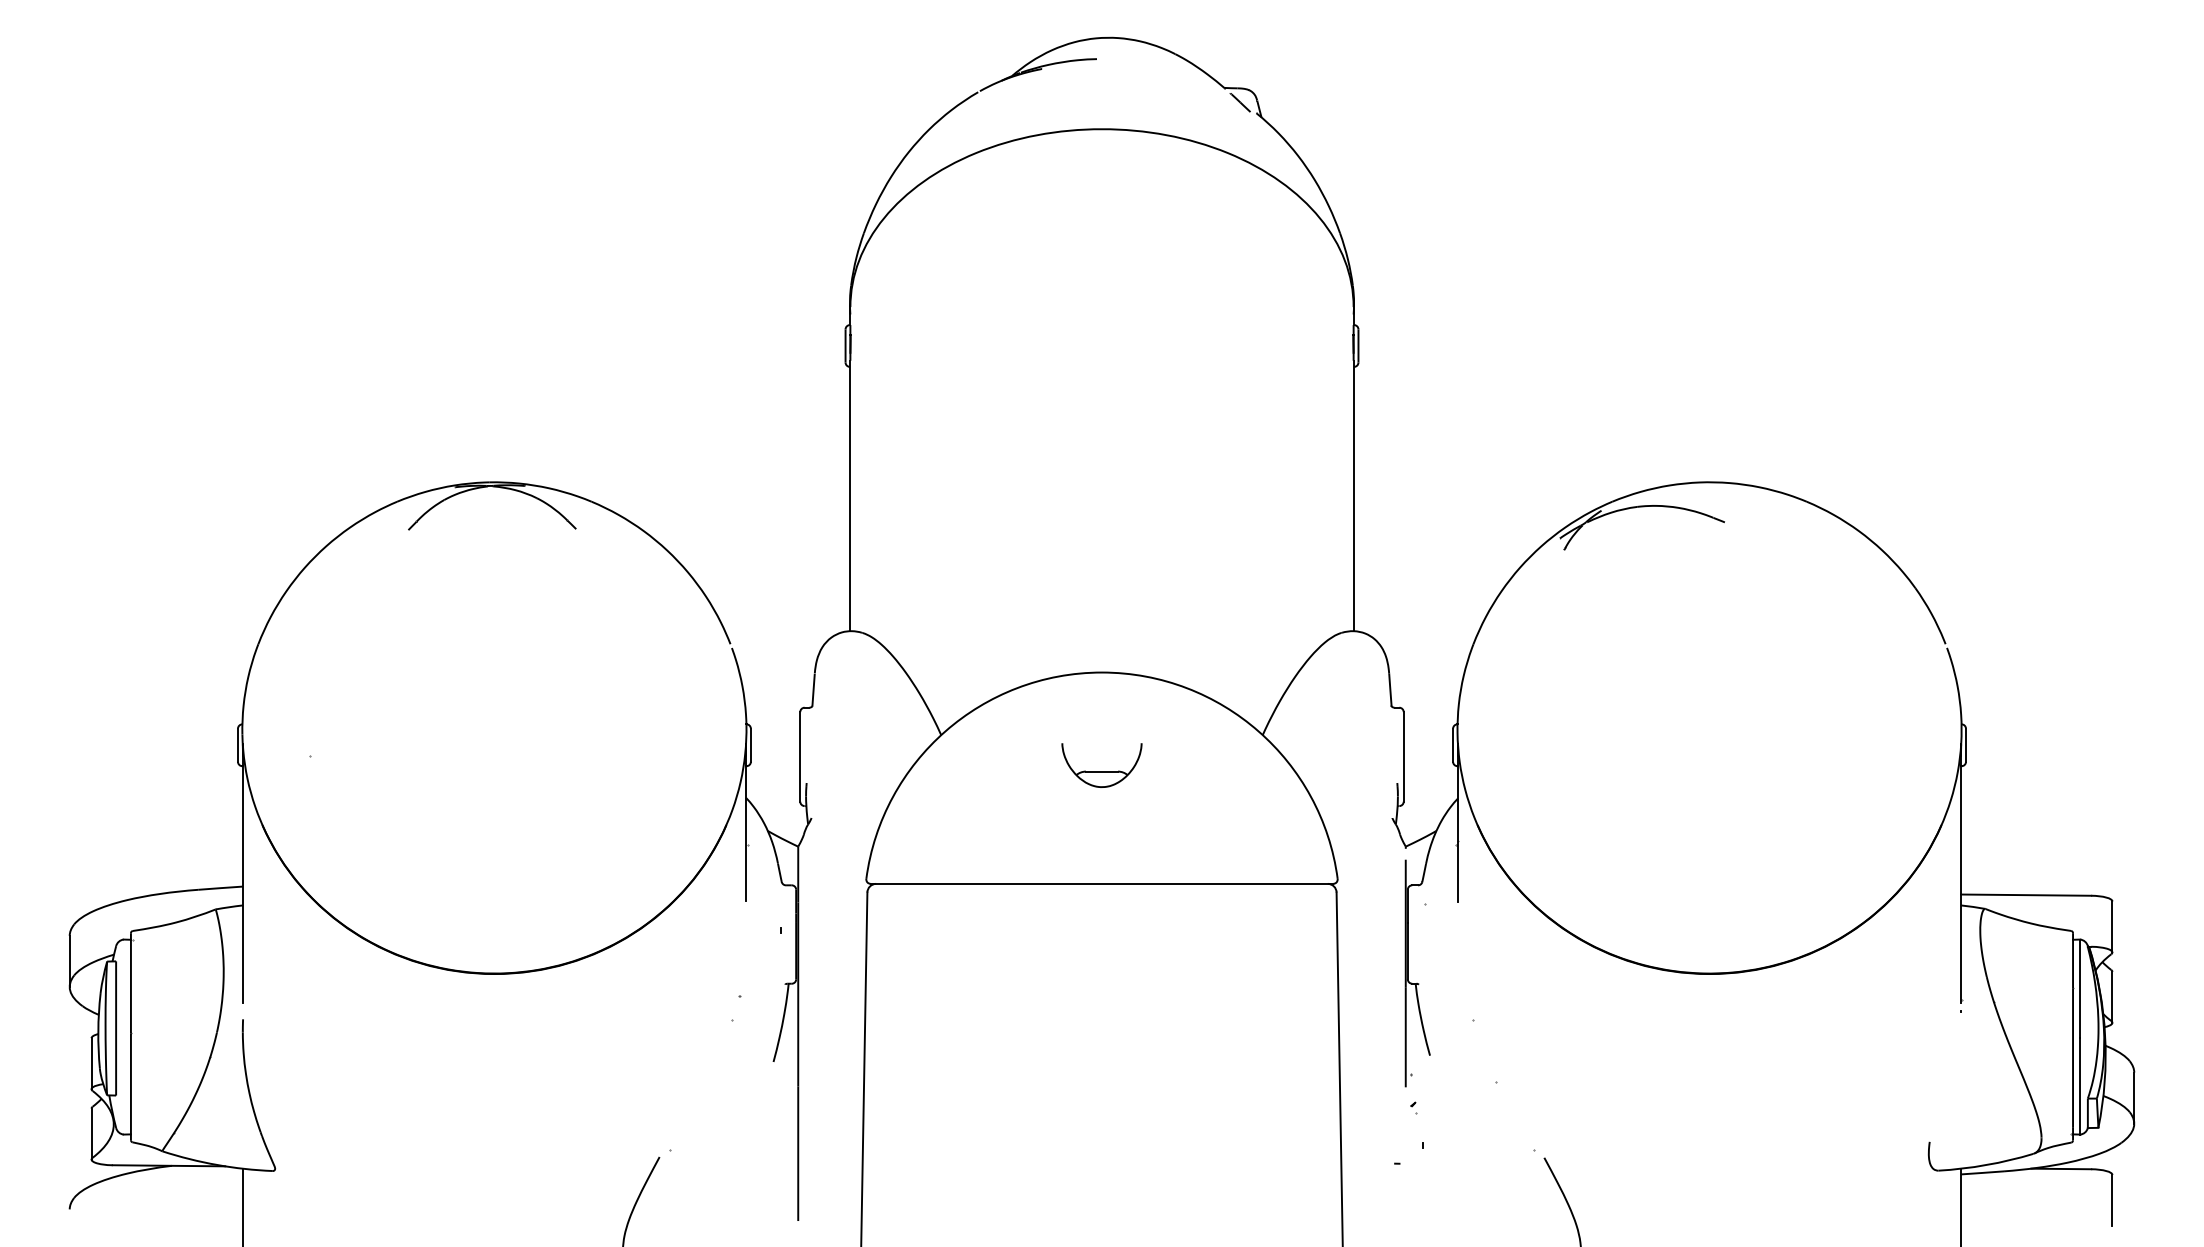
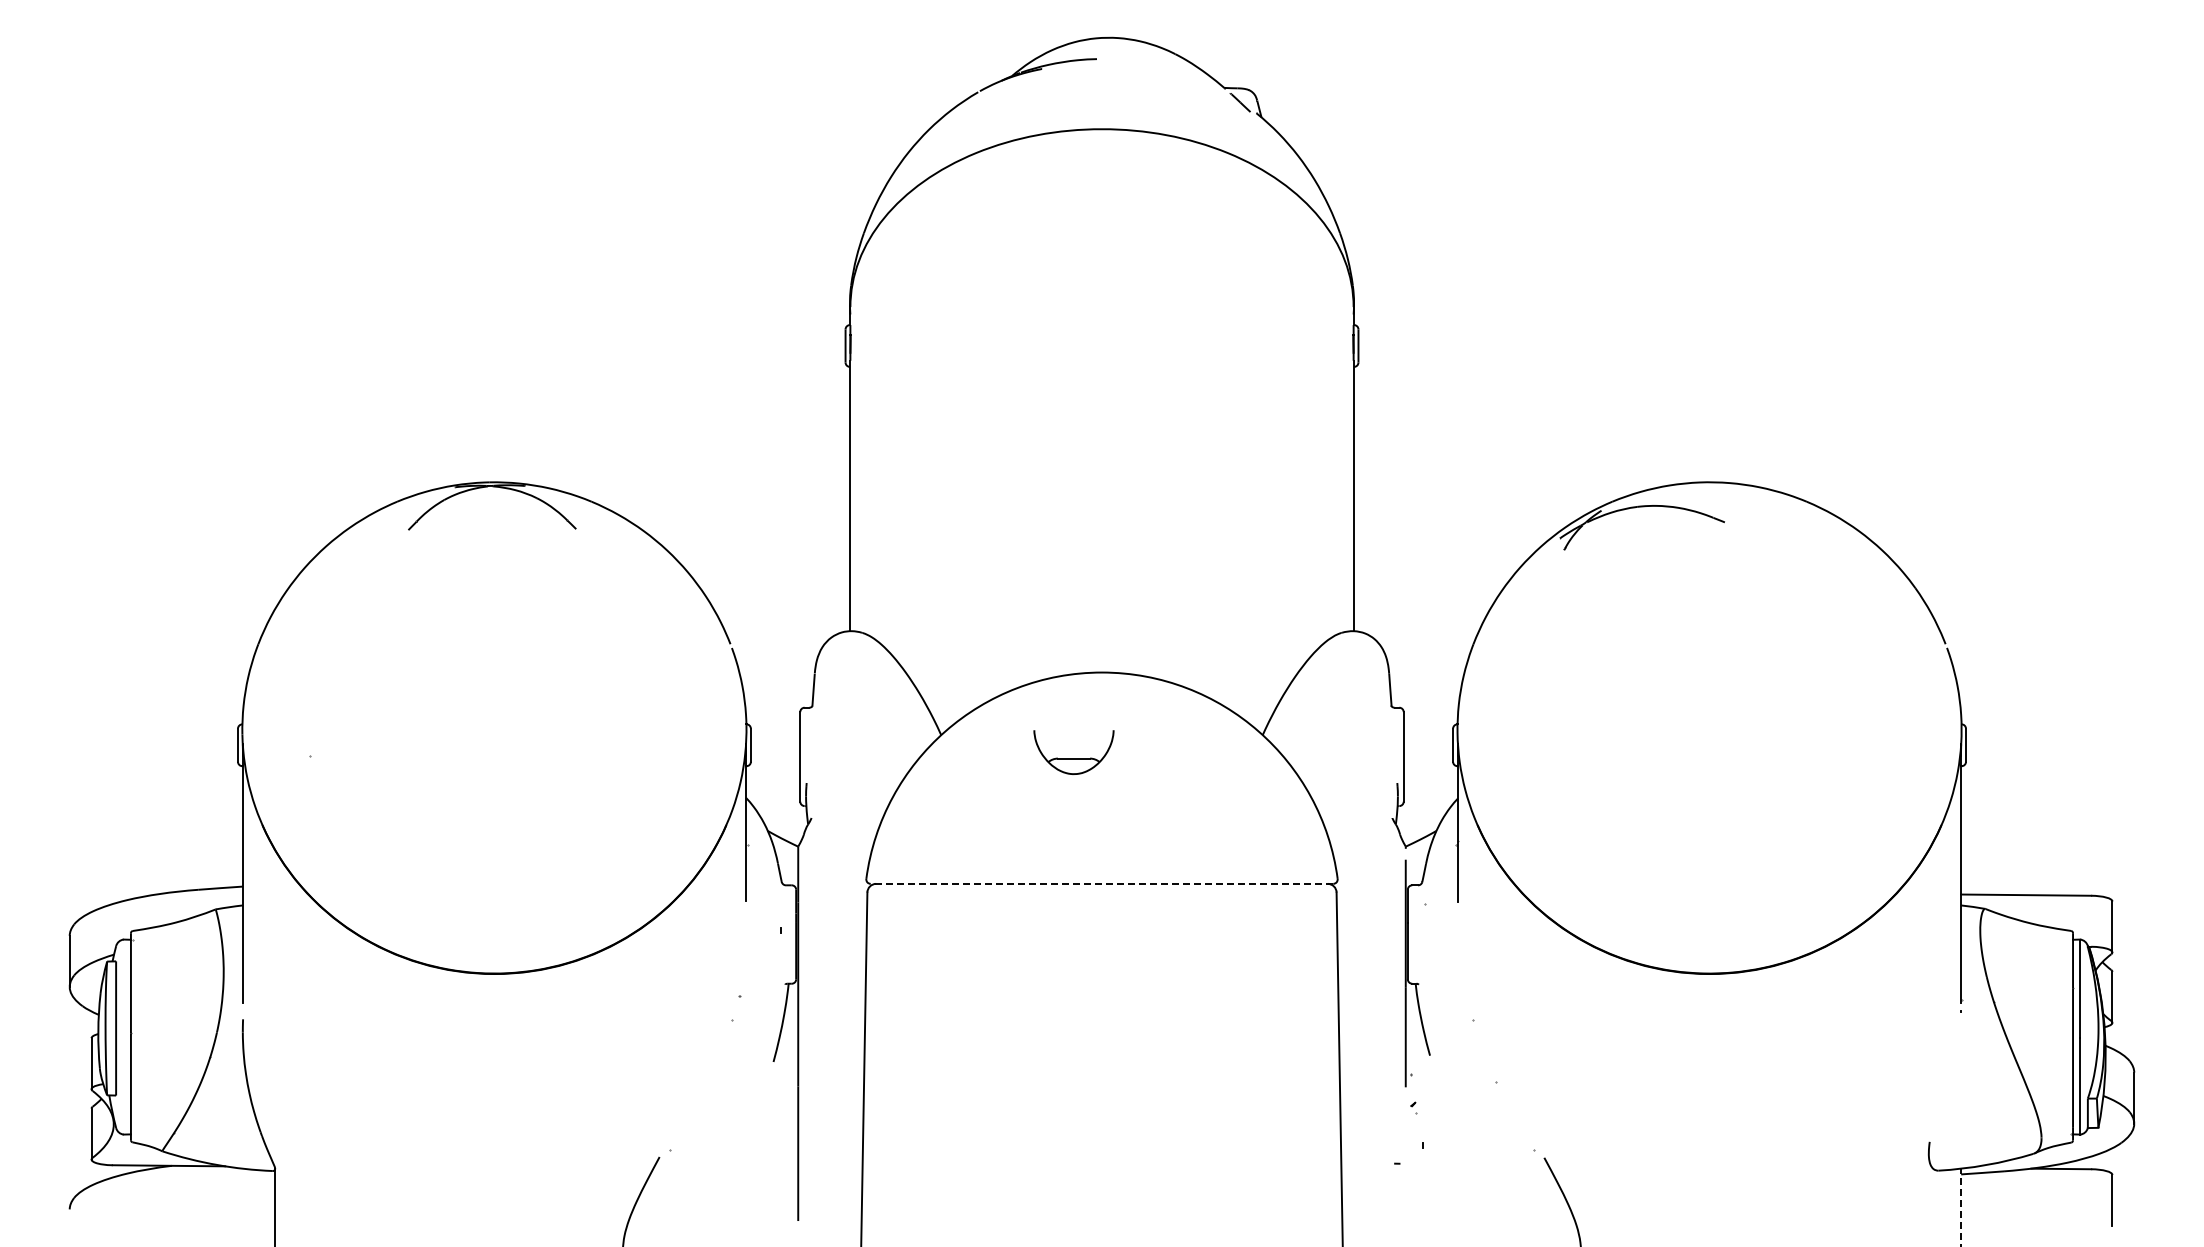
part at (1101, 765) position: (1101, 765) -> (1073, 752)
line at (1101, 883): solid -> dashed
line at (242, 1205) position: (242, 1205) -> (274, 1205)
line at (1961, 1207): solid -> dashed
